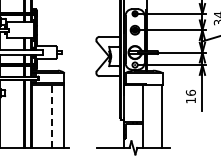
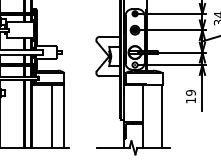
text at (190, 92): 16 -> 19
line at (51, 116): dashed -> solid
